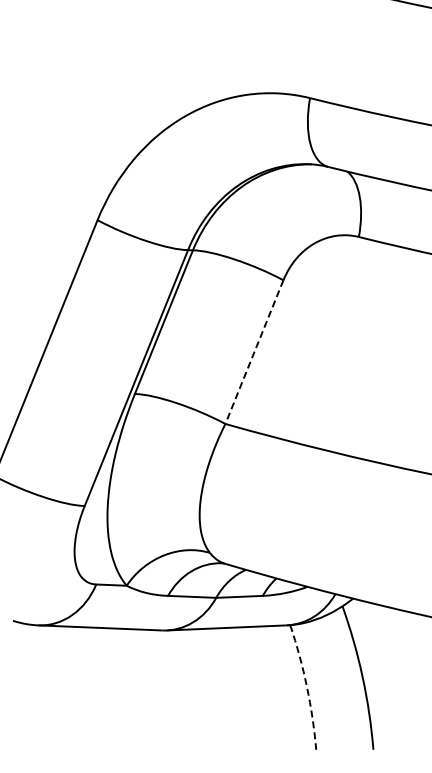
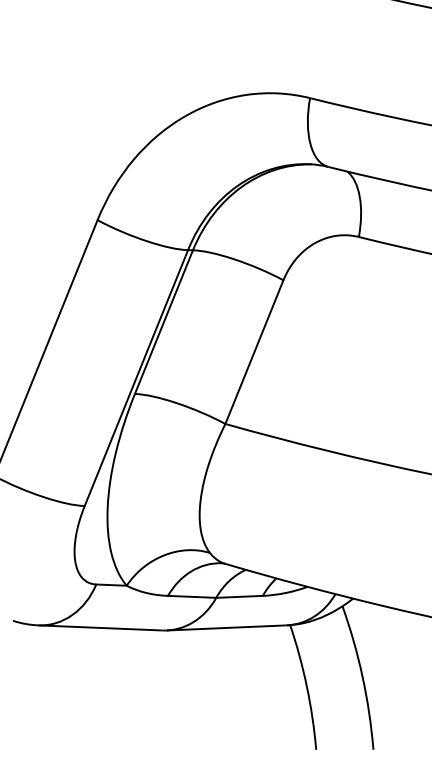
line at (254, 352): dashed -> solid
arc at (306, 686): dashed -> solid
